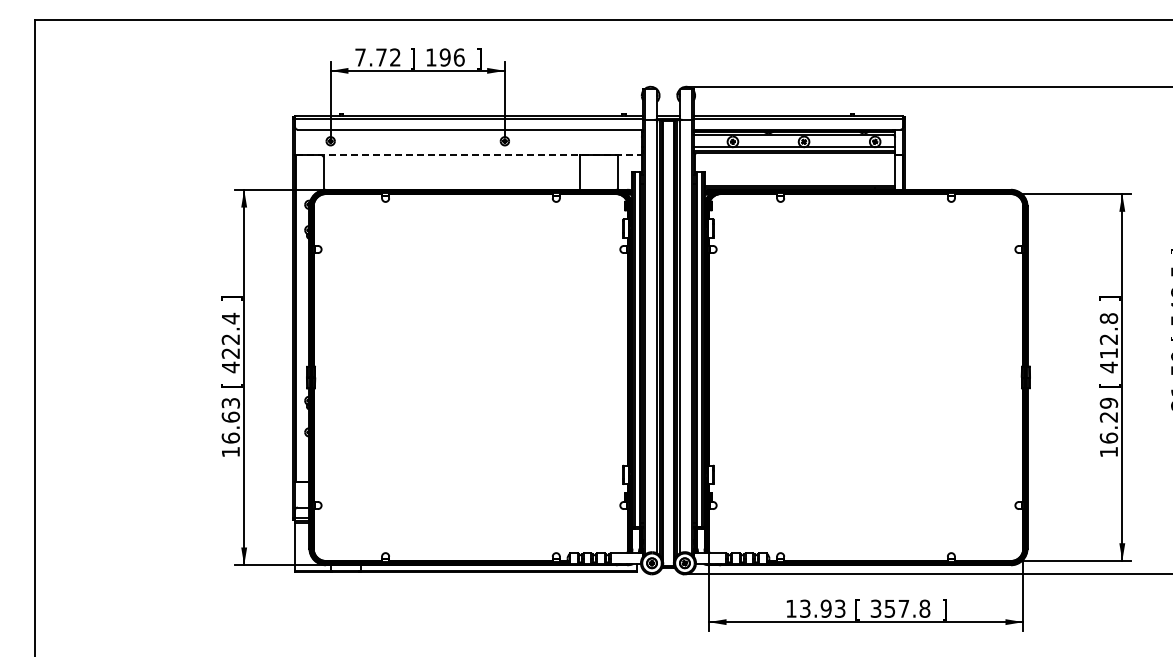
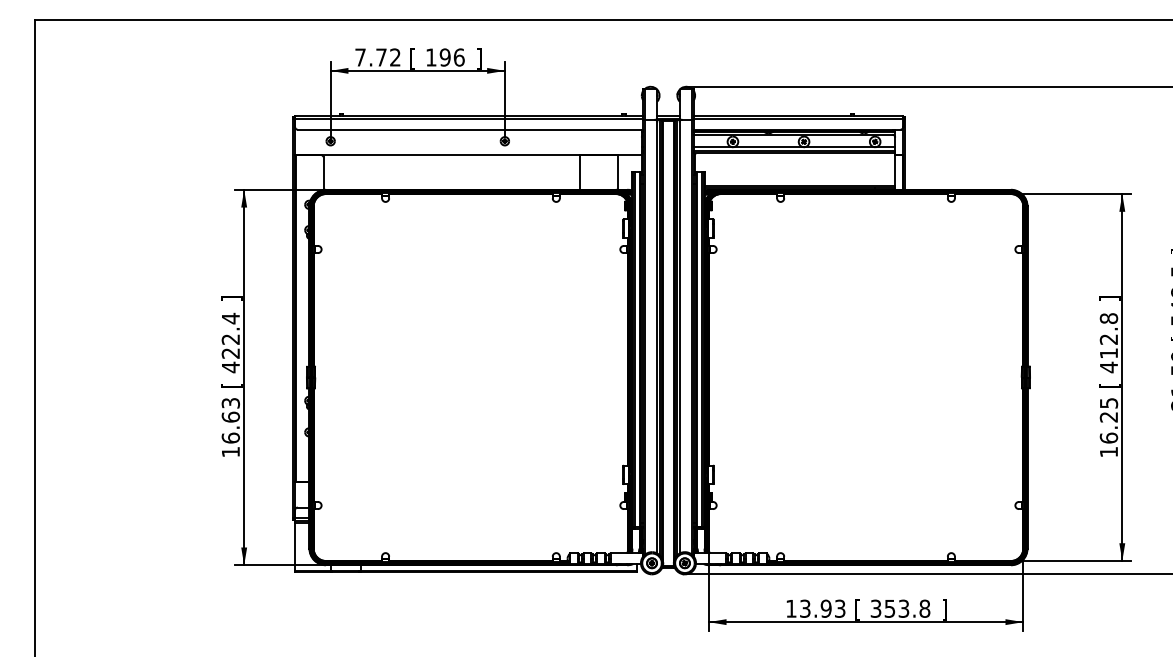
text at (412, 58): ] -> [
line at (468, 155): dashed -> solid
text at (1108, 402): 16.29 -> 16.25
text at (903, 608): 357.8 -> 353.8
